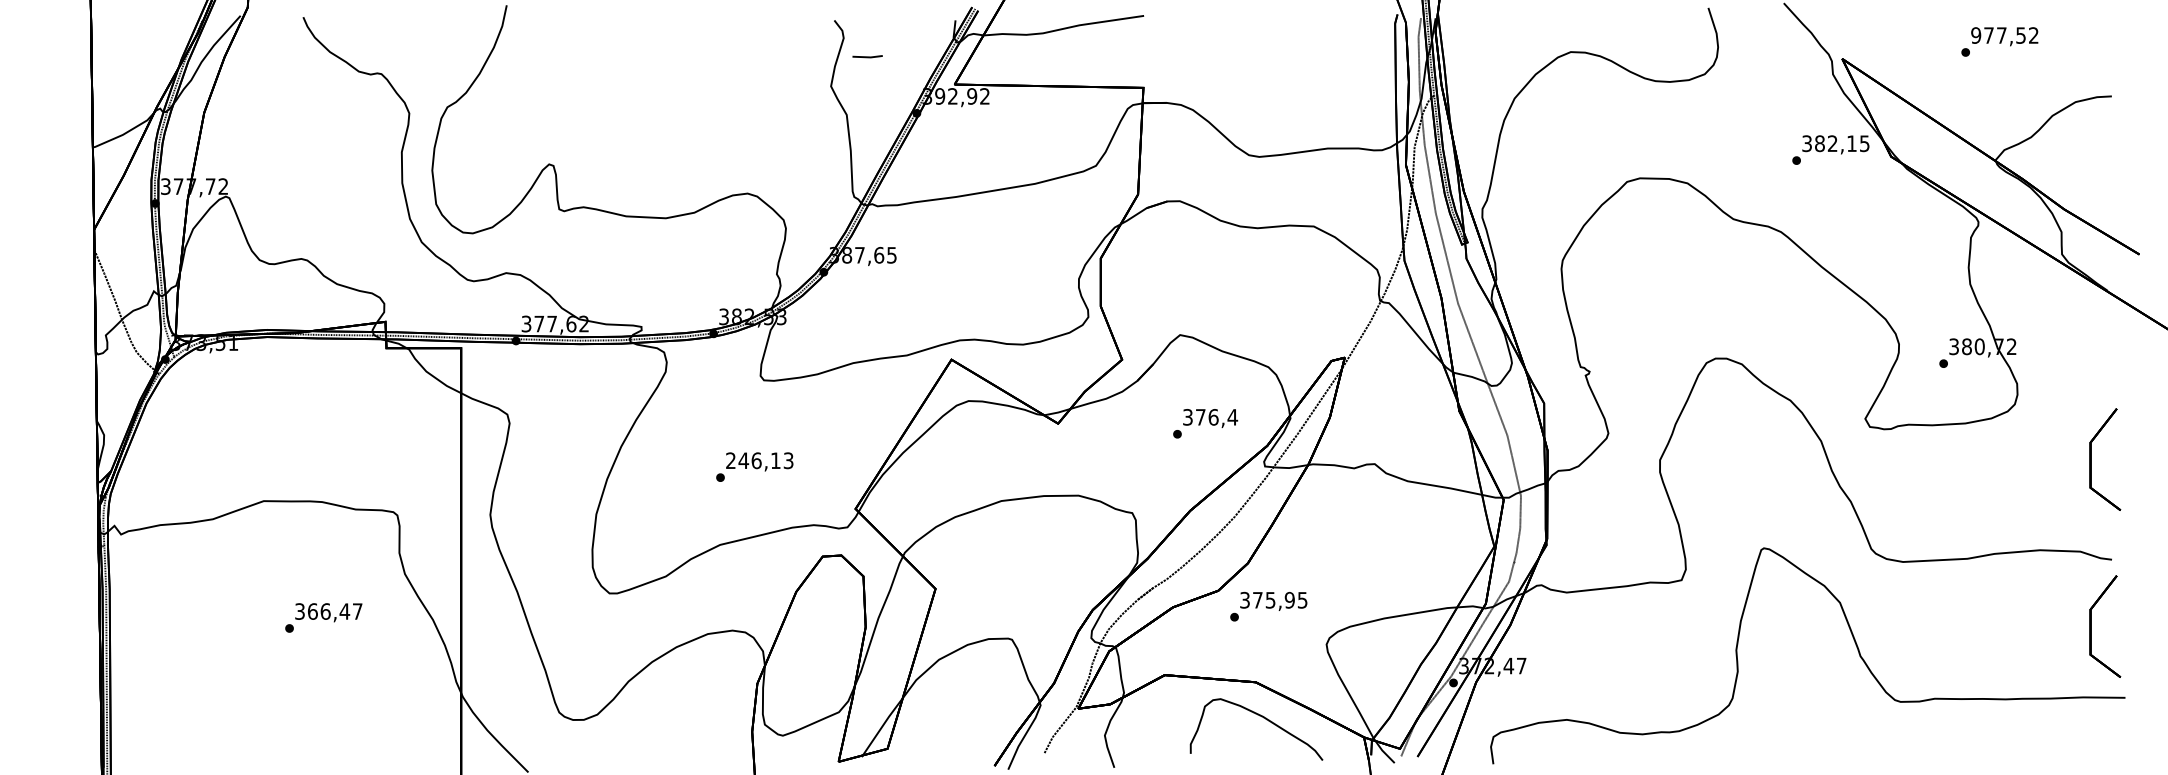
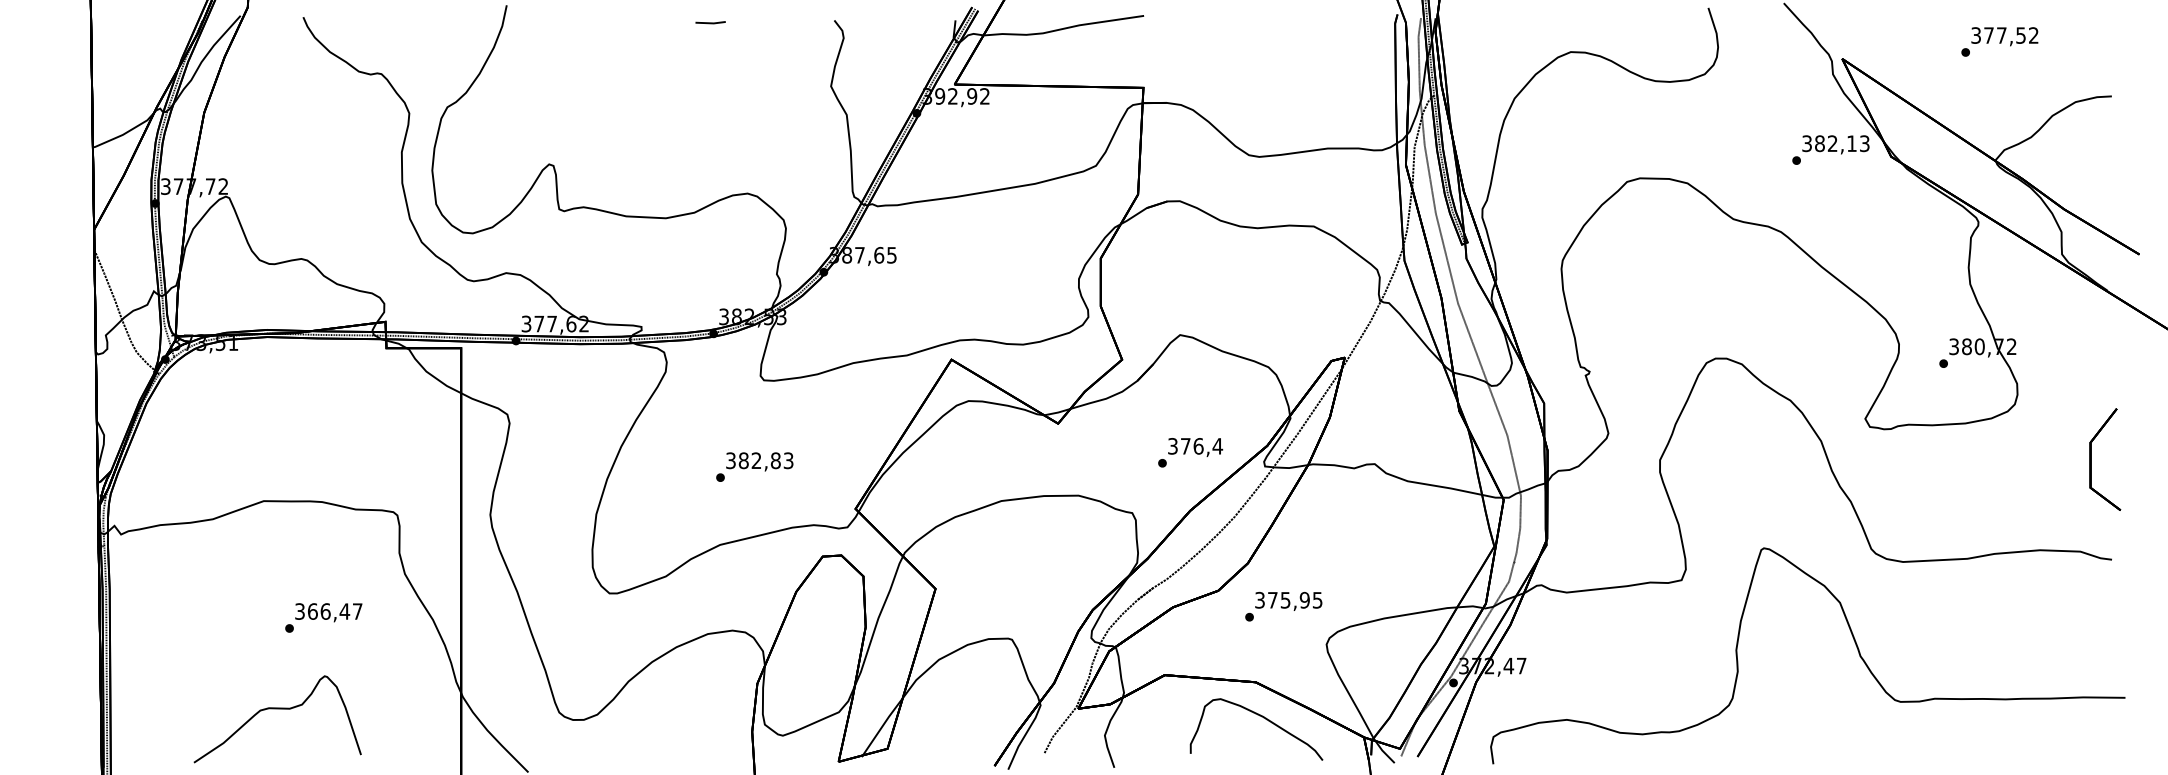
text at (1976, 35): 977,52 -> 377,52
line at (867, 56) position: (867, 56) -> (710, 22)
text at (1864, 143): 382,15 -> 382,13
text at (1205, 423) position: (1205, 423) -> (1190, 452)
text at (753, 460): 246,13 -> 382,83
text at (1268, 606) position: (1268, 606) -> (1283, 606)
part at (2091, 626): present -> none
part at (277, 709): none -> present
